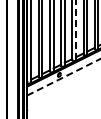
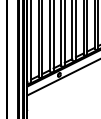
line at (76, 30): dashed -> solid
line at (63, 77): dashed -> solid
